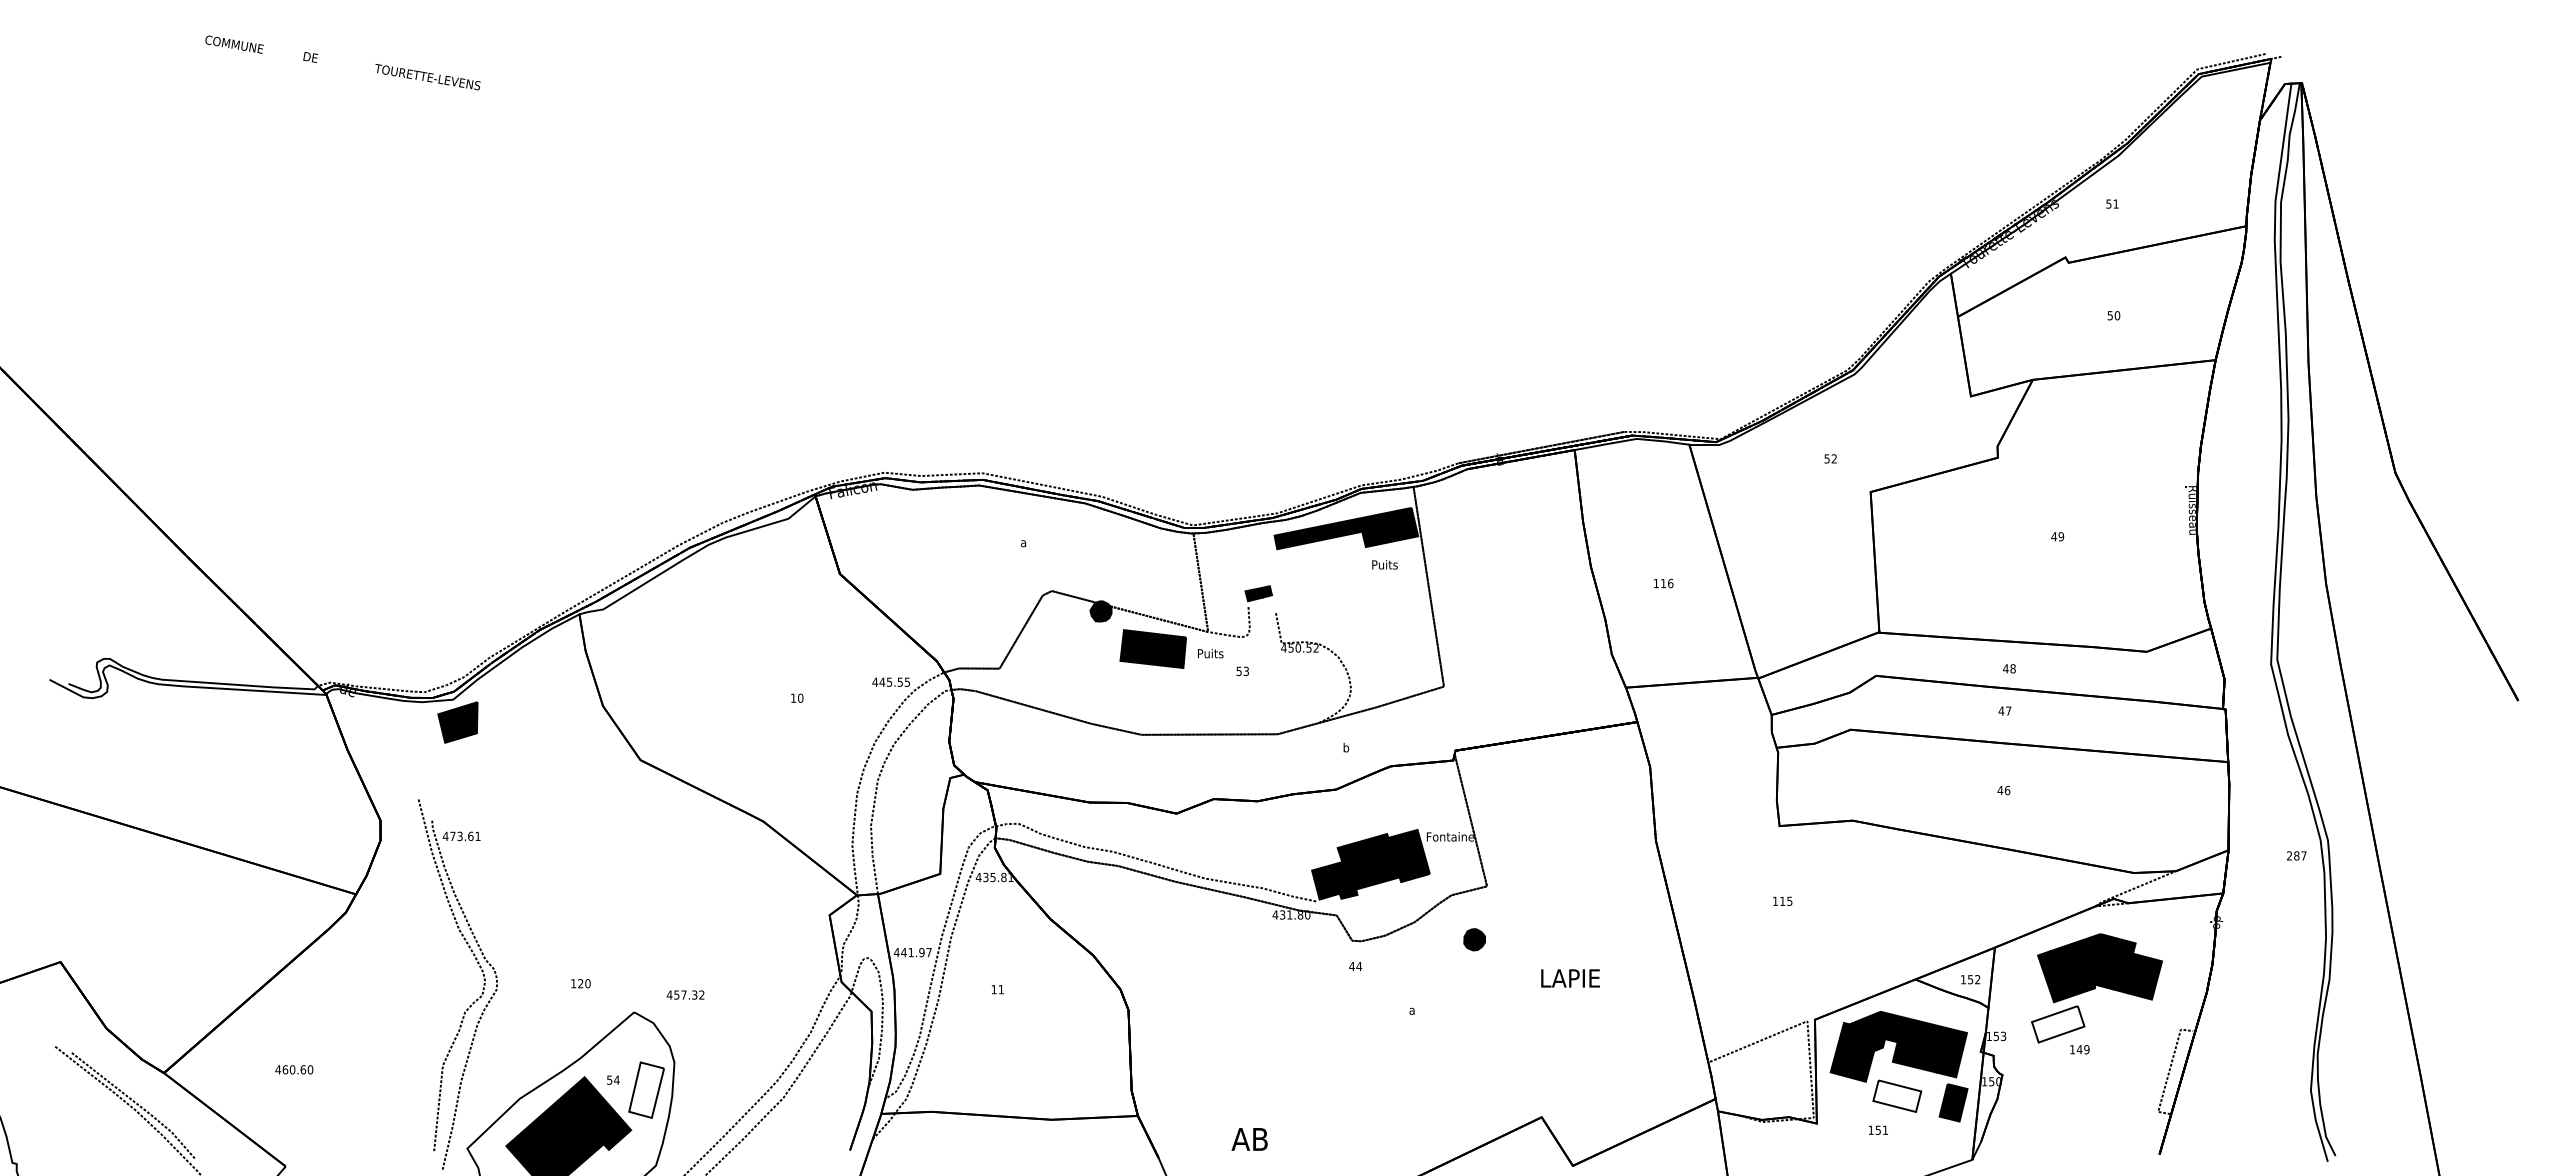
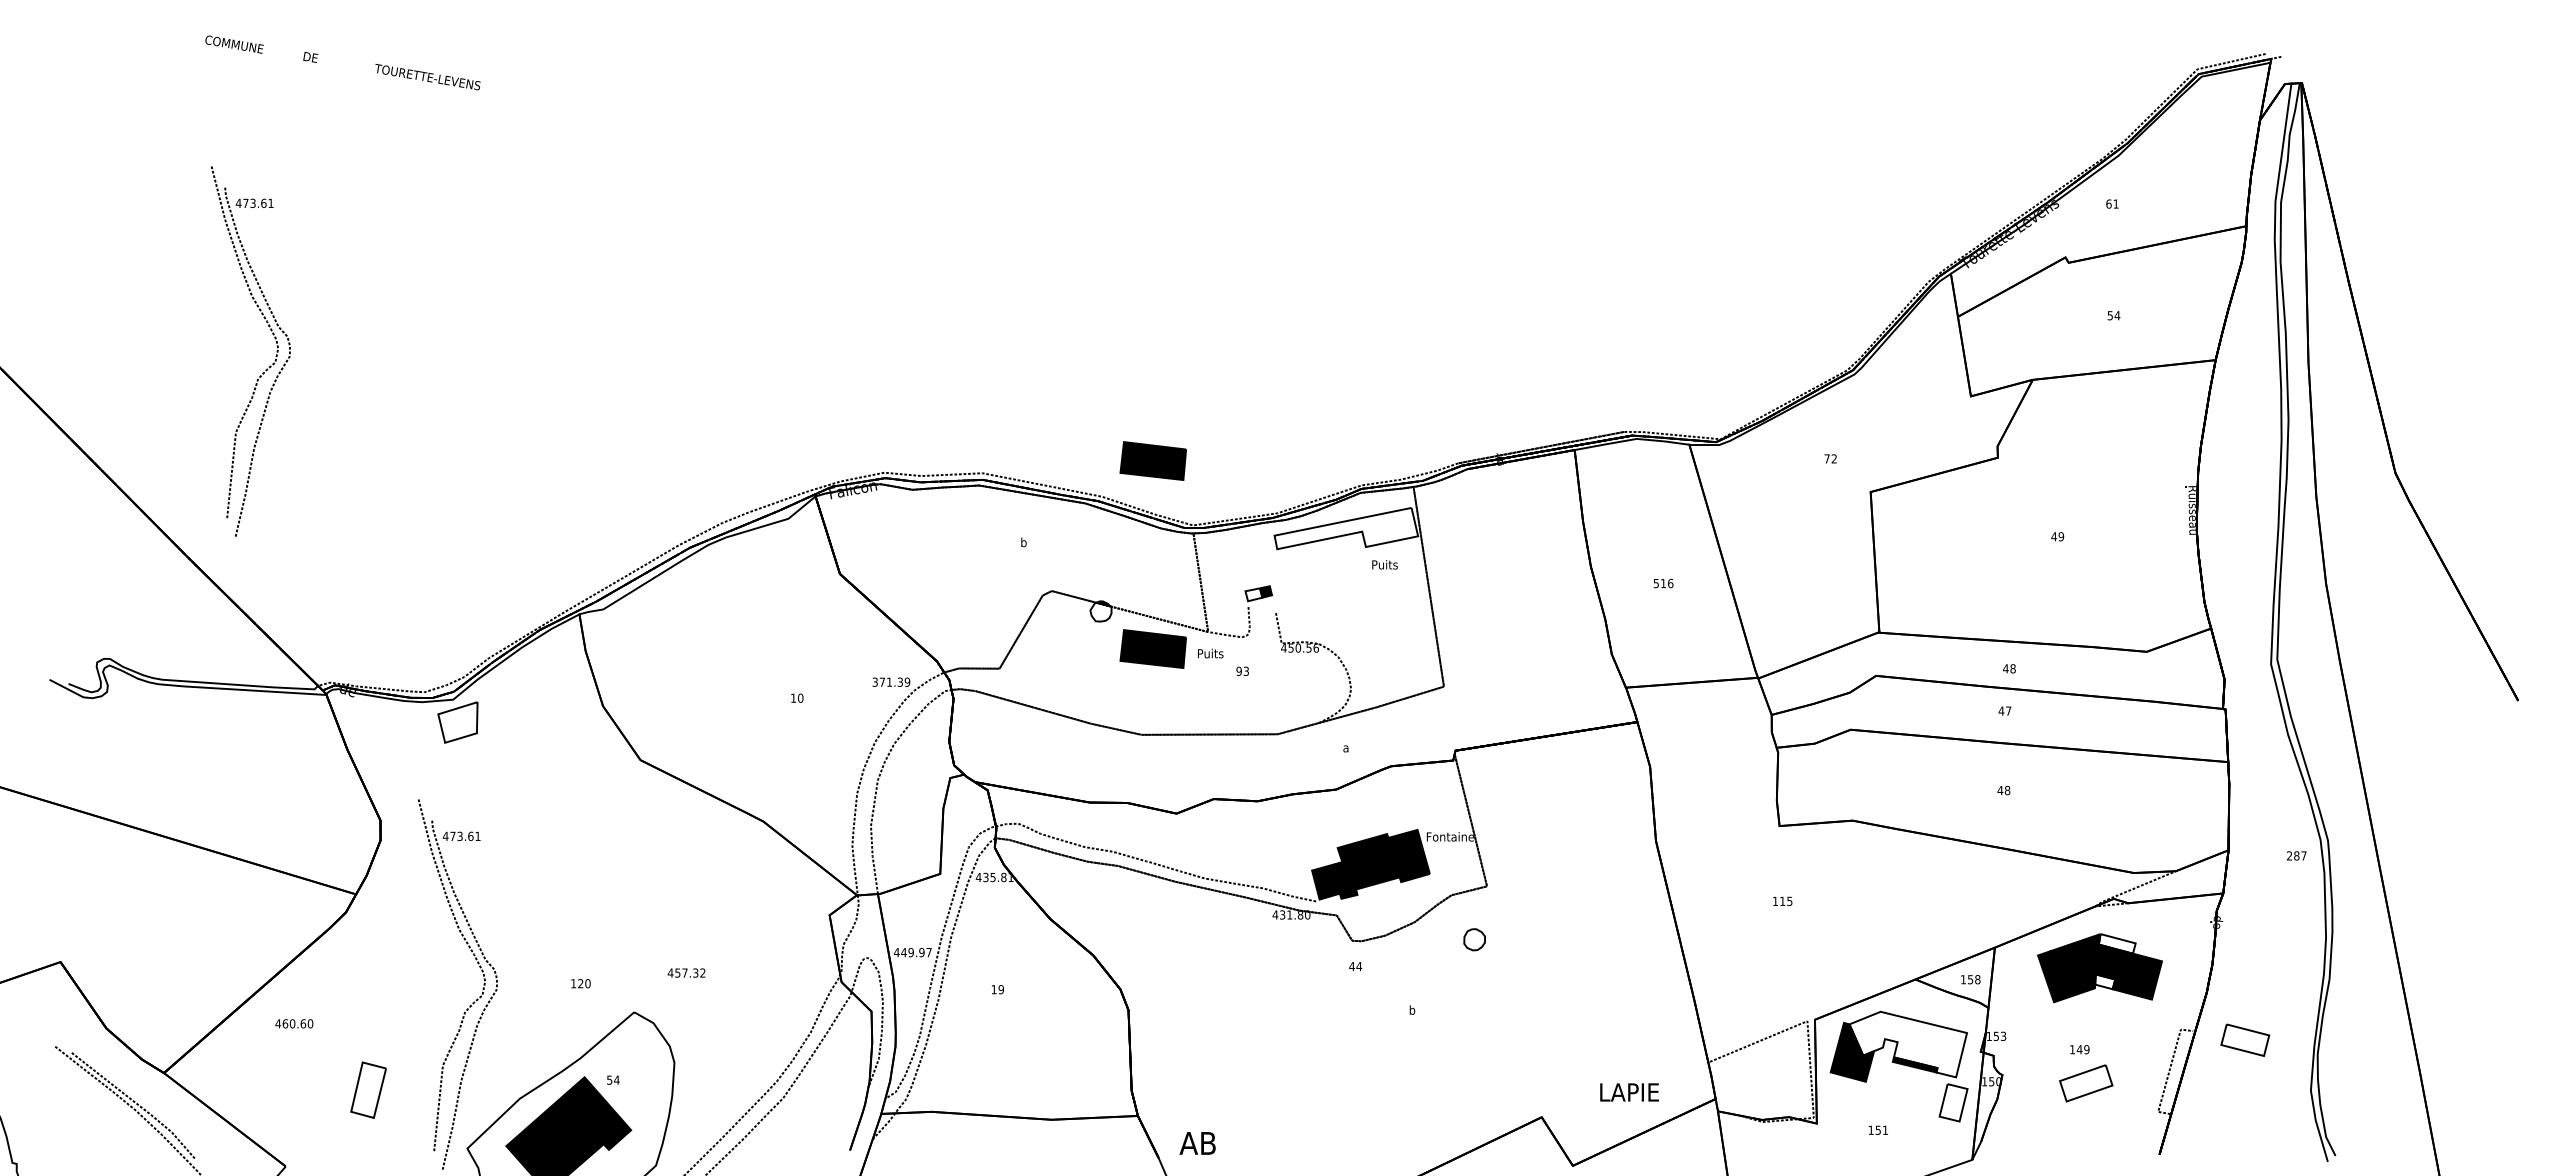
text at (2108, 203): 51 -> 61
text at (2117, 315): 50 -> 54
part at (266, 368): none -> present
text at (1826, 458): 52 -> 72
part at (1152, 460): none -> present
fill at (1346, 528): present -> none
text at (1023, 542): a -> b
text at (1655, 583): 116 -> 516
fill at (1253, 594): present -> none
fill at (1100, 611): present -> none
text at (1315, 647): 450.52 -> 450.56
text at (1238, 670): 53 -> 93
text at (891, 681): 445.55 -> 371.39
fill at (457, 722): present -> none
text at (1346, 747): b -> a
text at (2007, 789): 46 -> 48
fill at (1474, 939): present -> none
fill at (2116, 943): present -> none
text at (910, 952): 441.97 -> 449.97
text at (1570, 978) position: (1570, 978) -> (1629, 1092)
text at (1977, 979): 152 -> 158
fill at (2105, 981): present -> none
text at (1001, 989): 11 -> 19
text at (685, 994) position: (685, 994) -> (686, 972)
text at (1412, 1009): a -> b
part at (2058, 1024) position: (2058, 1024) -> (2086, 1083)
fill at (1908, 1044): present -> none
text at (294, 1069) position: (294, 1069) -> (294, 1023)
part at (646, 1089) position: (646, 1089) -> (368, 1089)
part at (1897, 1095) position: (1897, 1095) -> (2245, 1039)
fill at (1953, 1102): present -> none
text at (1249, 1139) position: (1249, 1139) -> (1197, 1143)
